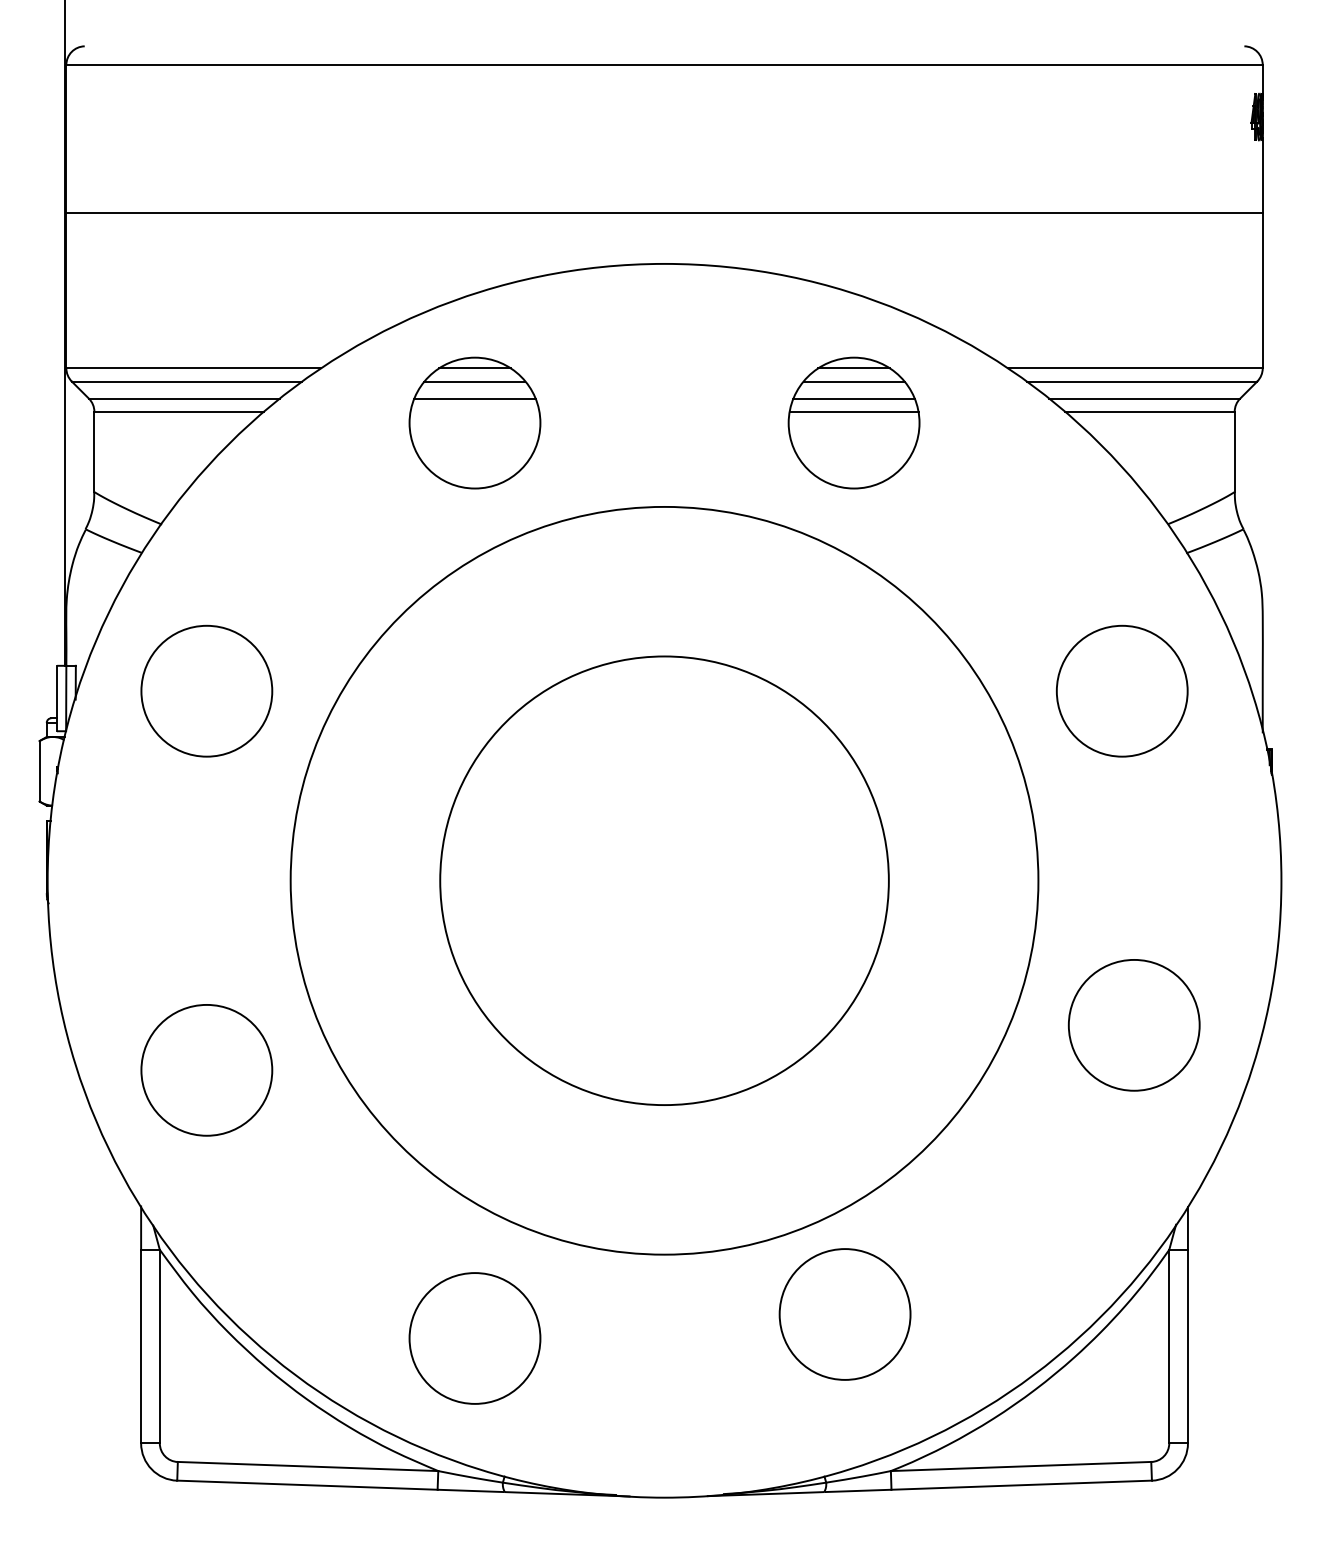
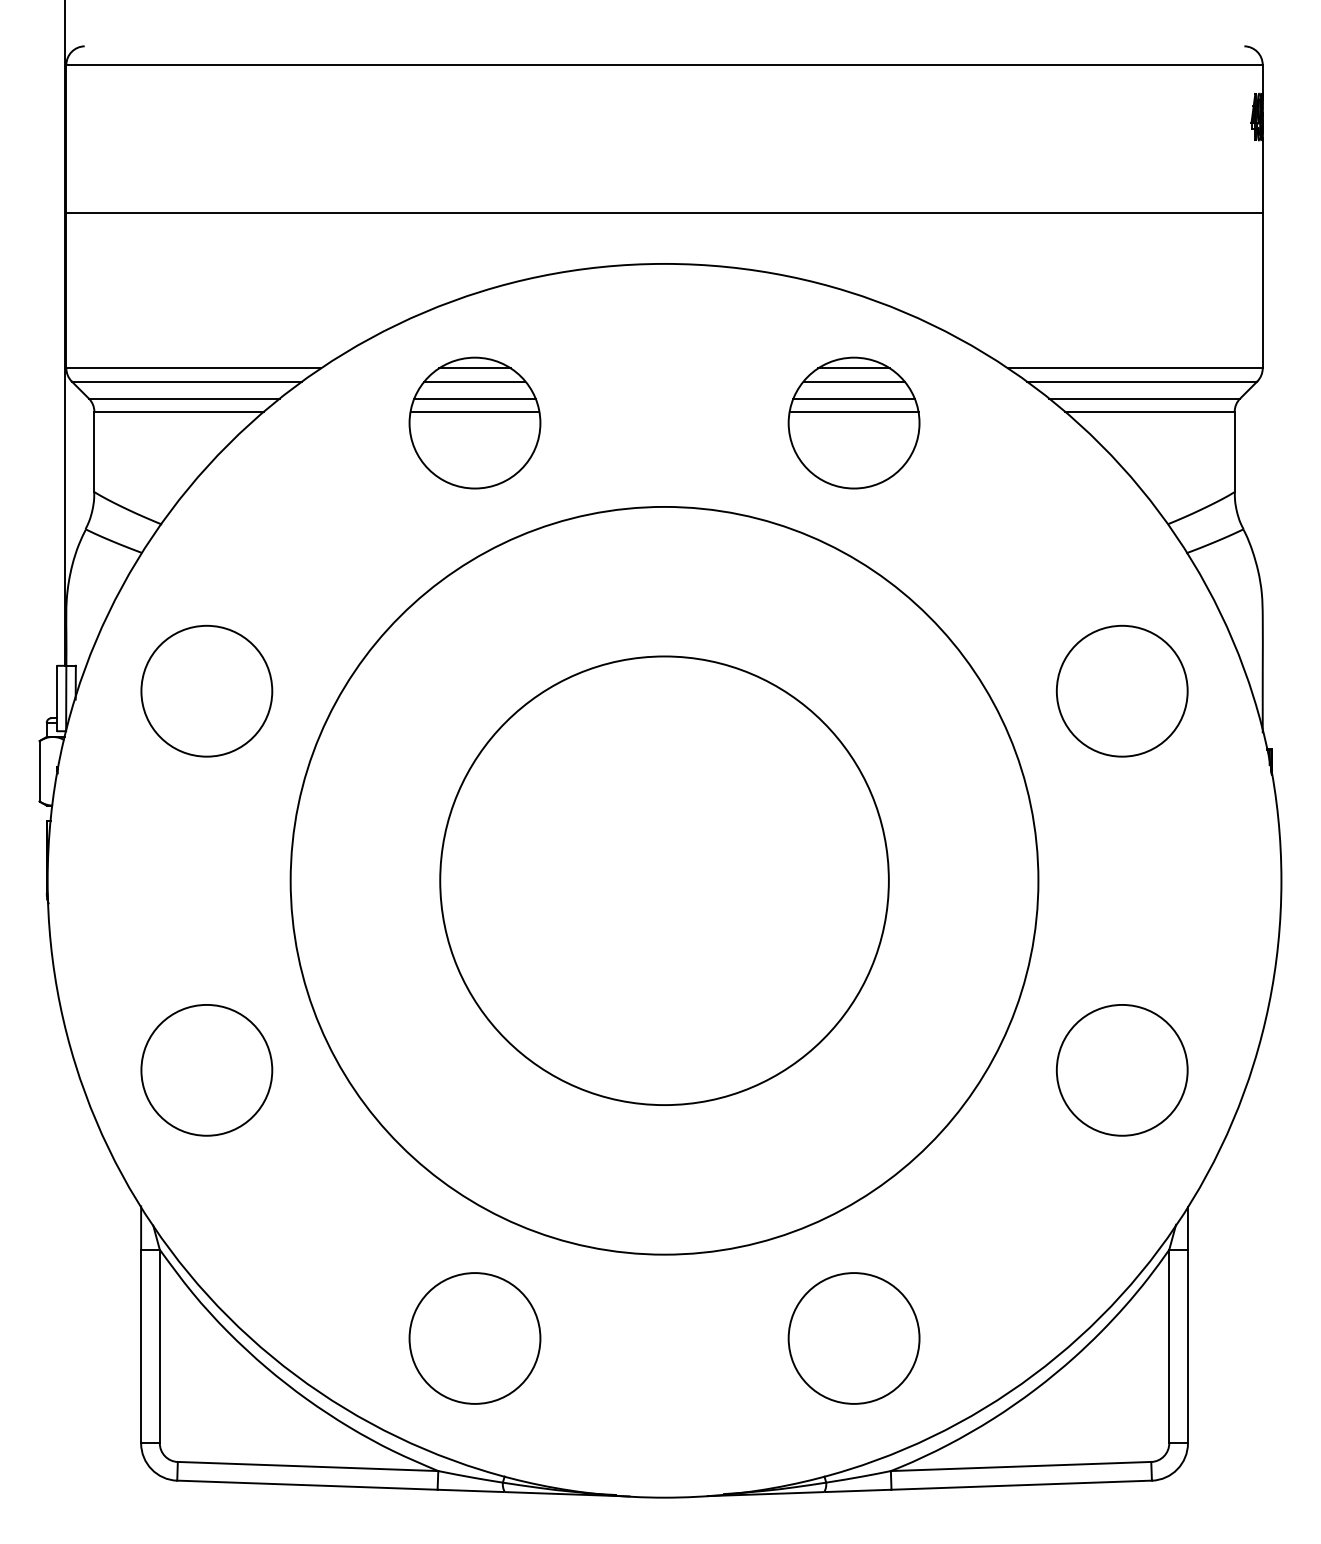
line at (474, 411): none -> present
circle at (1133, 1025) position: (1133, 1025) -> (1121, 1070)
circle at (844, 1314) position: (844, 1314) -> (853, 1338)
